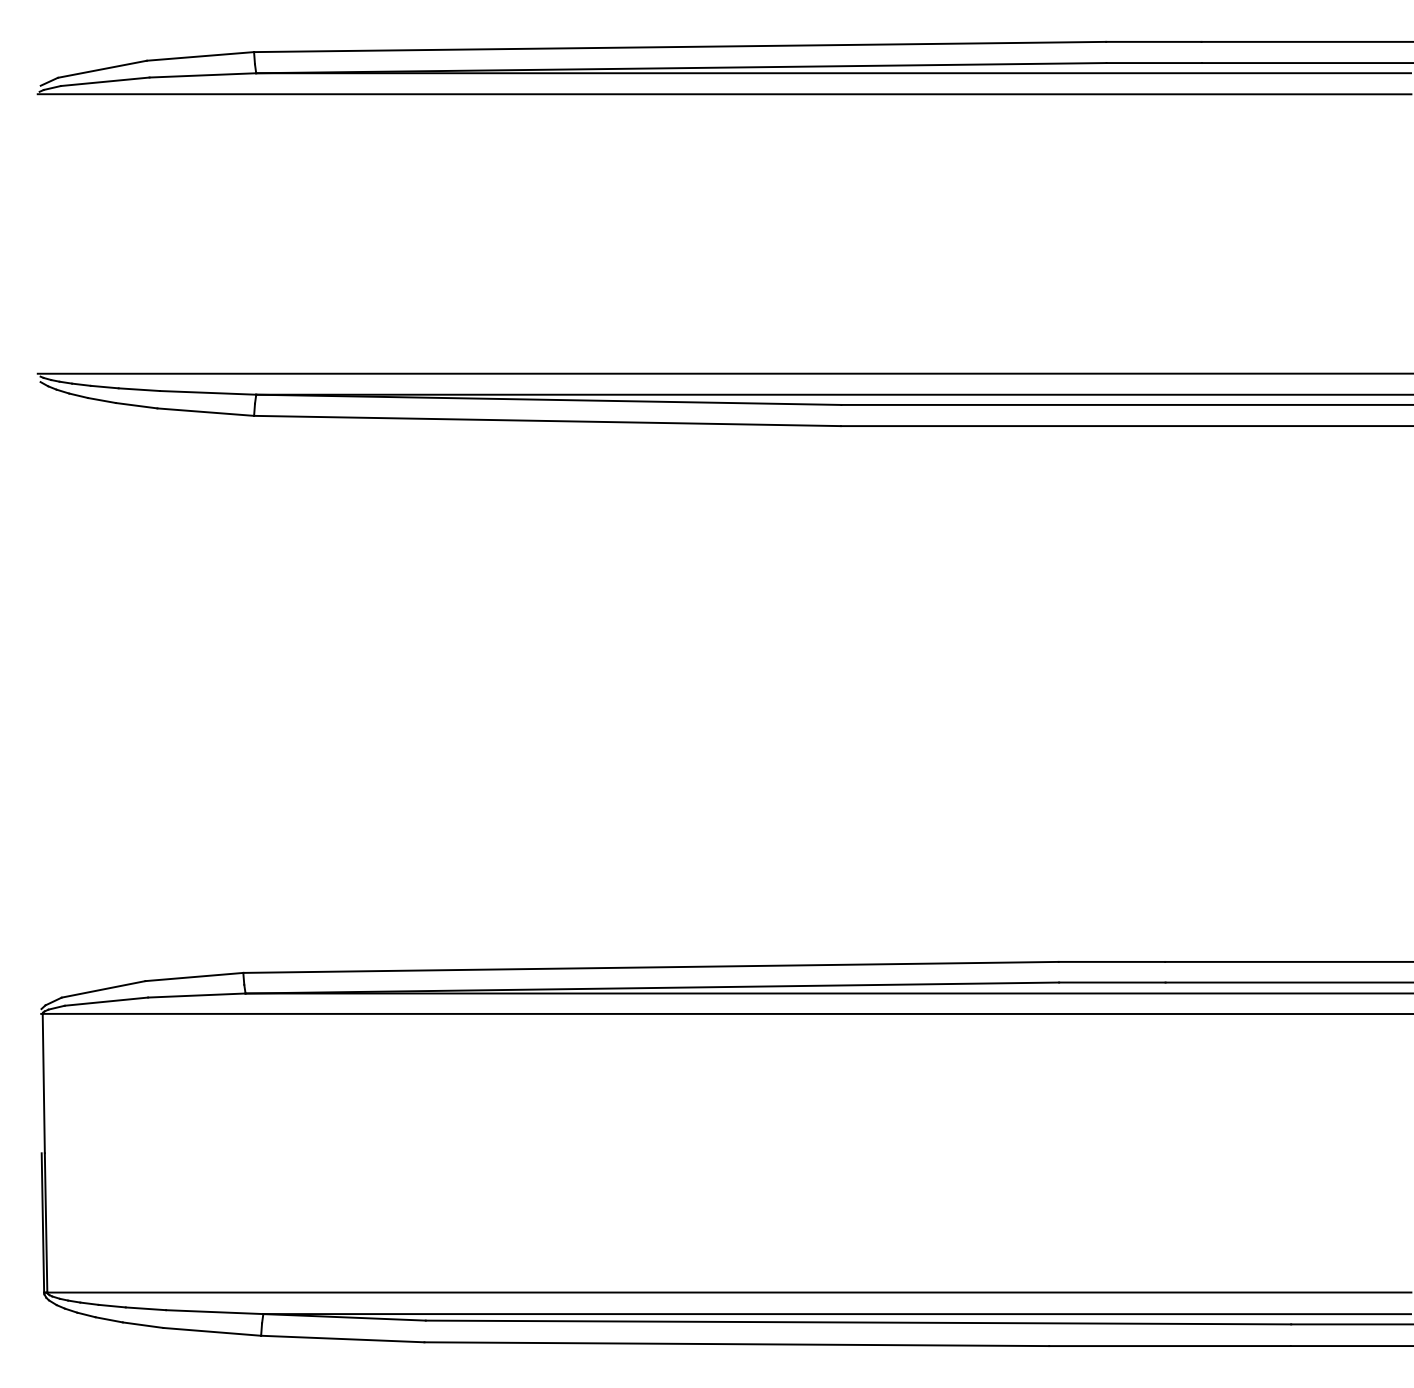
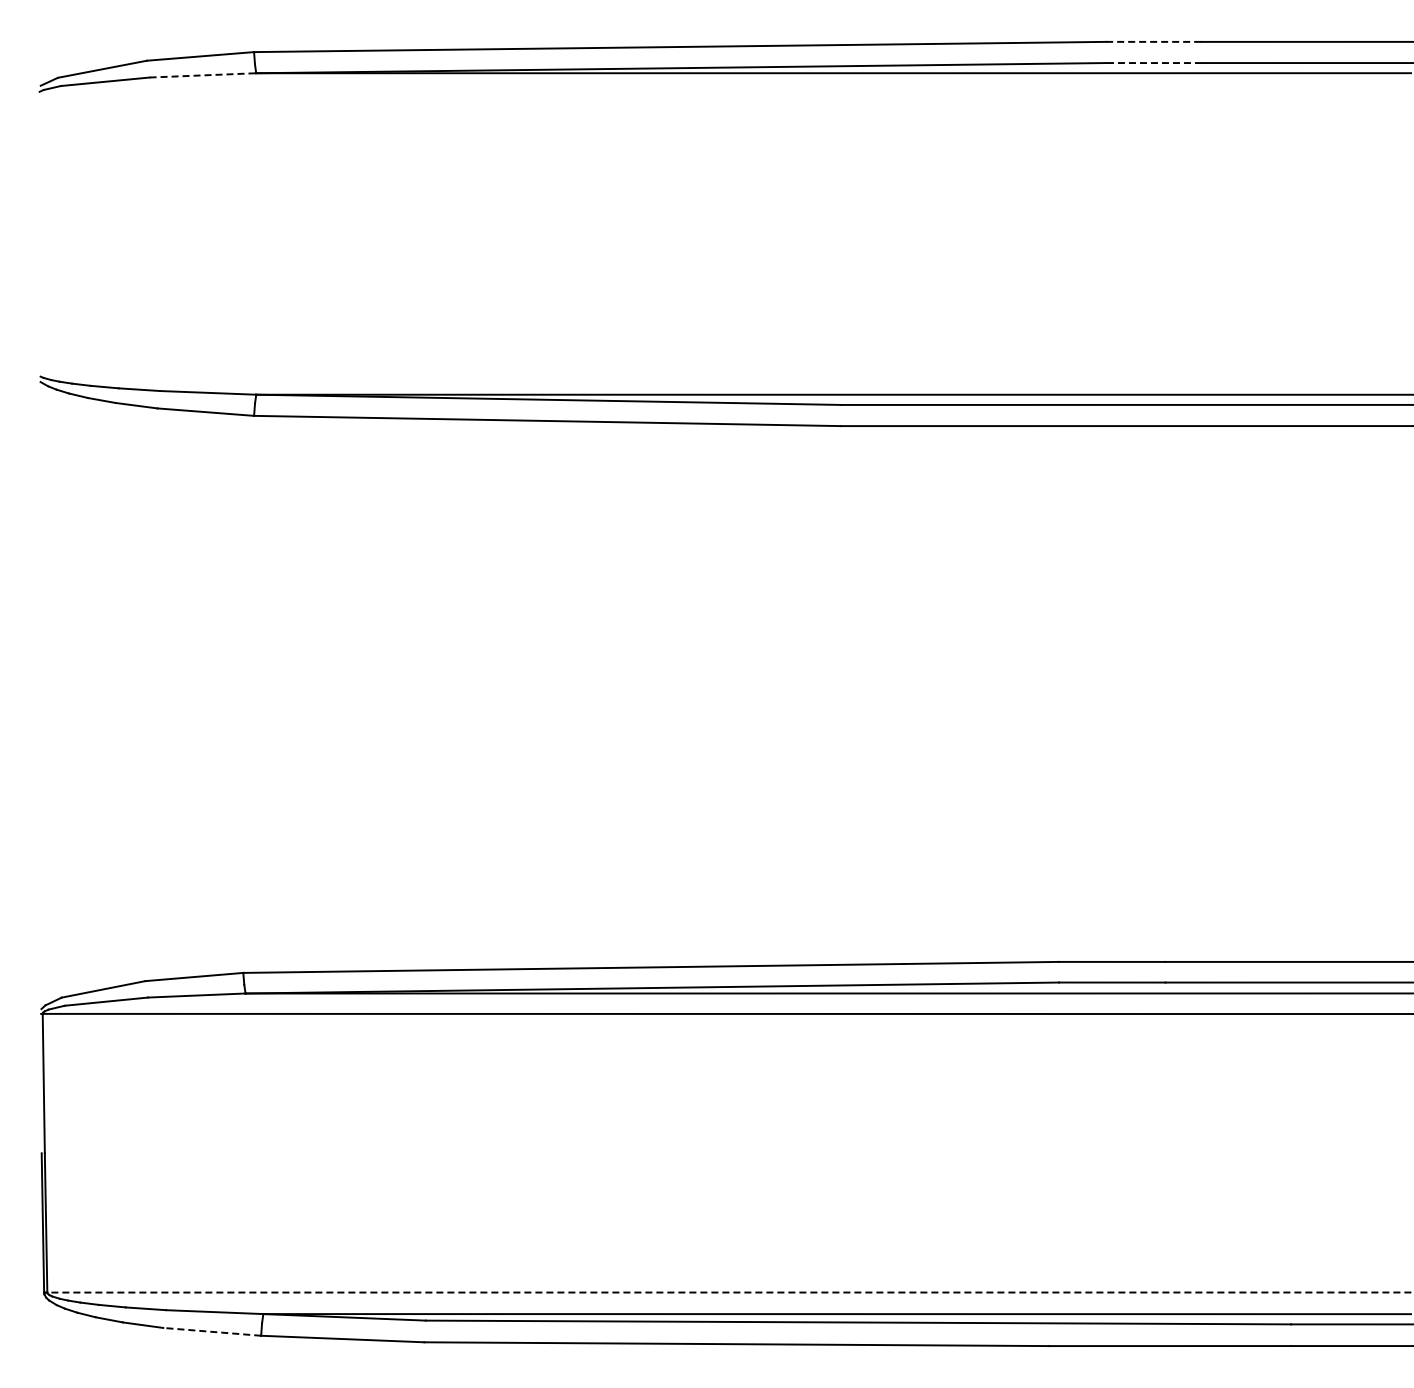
line at (1153, 41): solid -> dashed
line at (1154, 63): solid -> dashed
line at (203, 75): solid -> dashed
line at (723, 94): present -> none
line at (723, 373): present -> none
line at (728, 1292): solid -> dashed
line at (211, 1331): solid -> dashed
